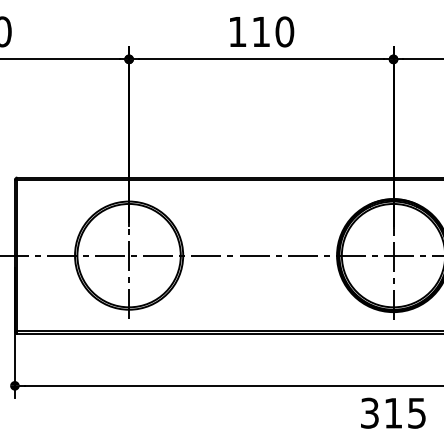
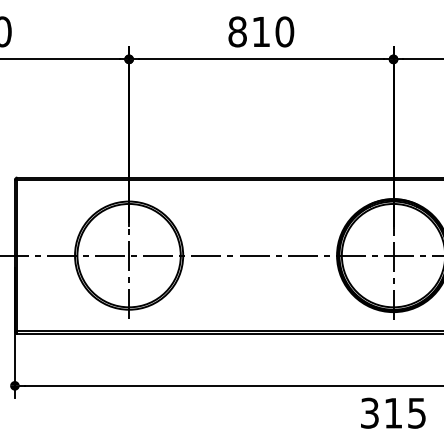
text at (237, 31): 110 -> 810
